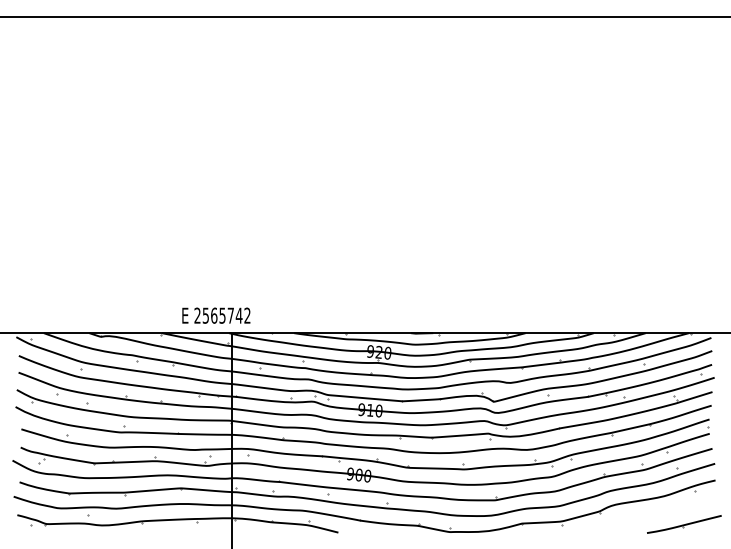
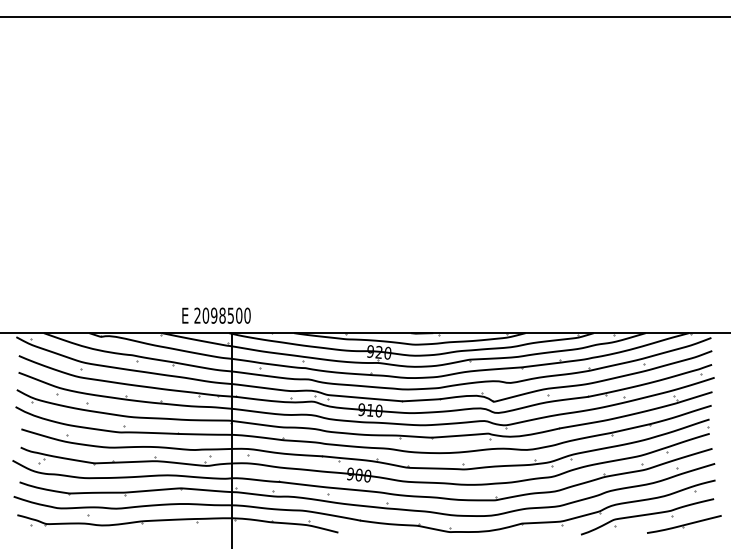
text at (226, 315): 2565742 -> 2098500
part at (647, 516): none -> present
